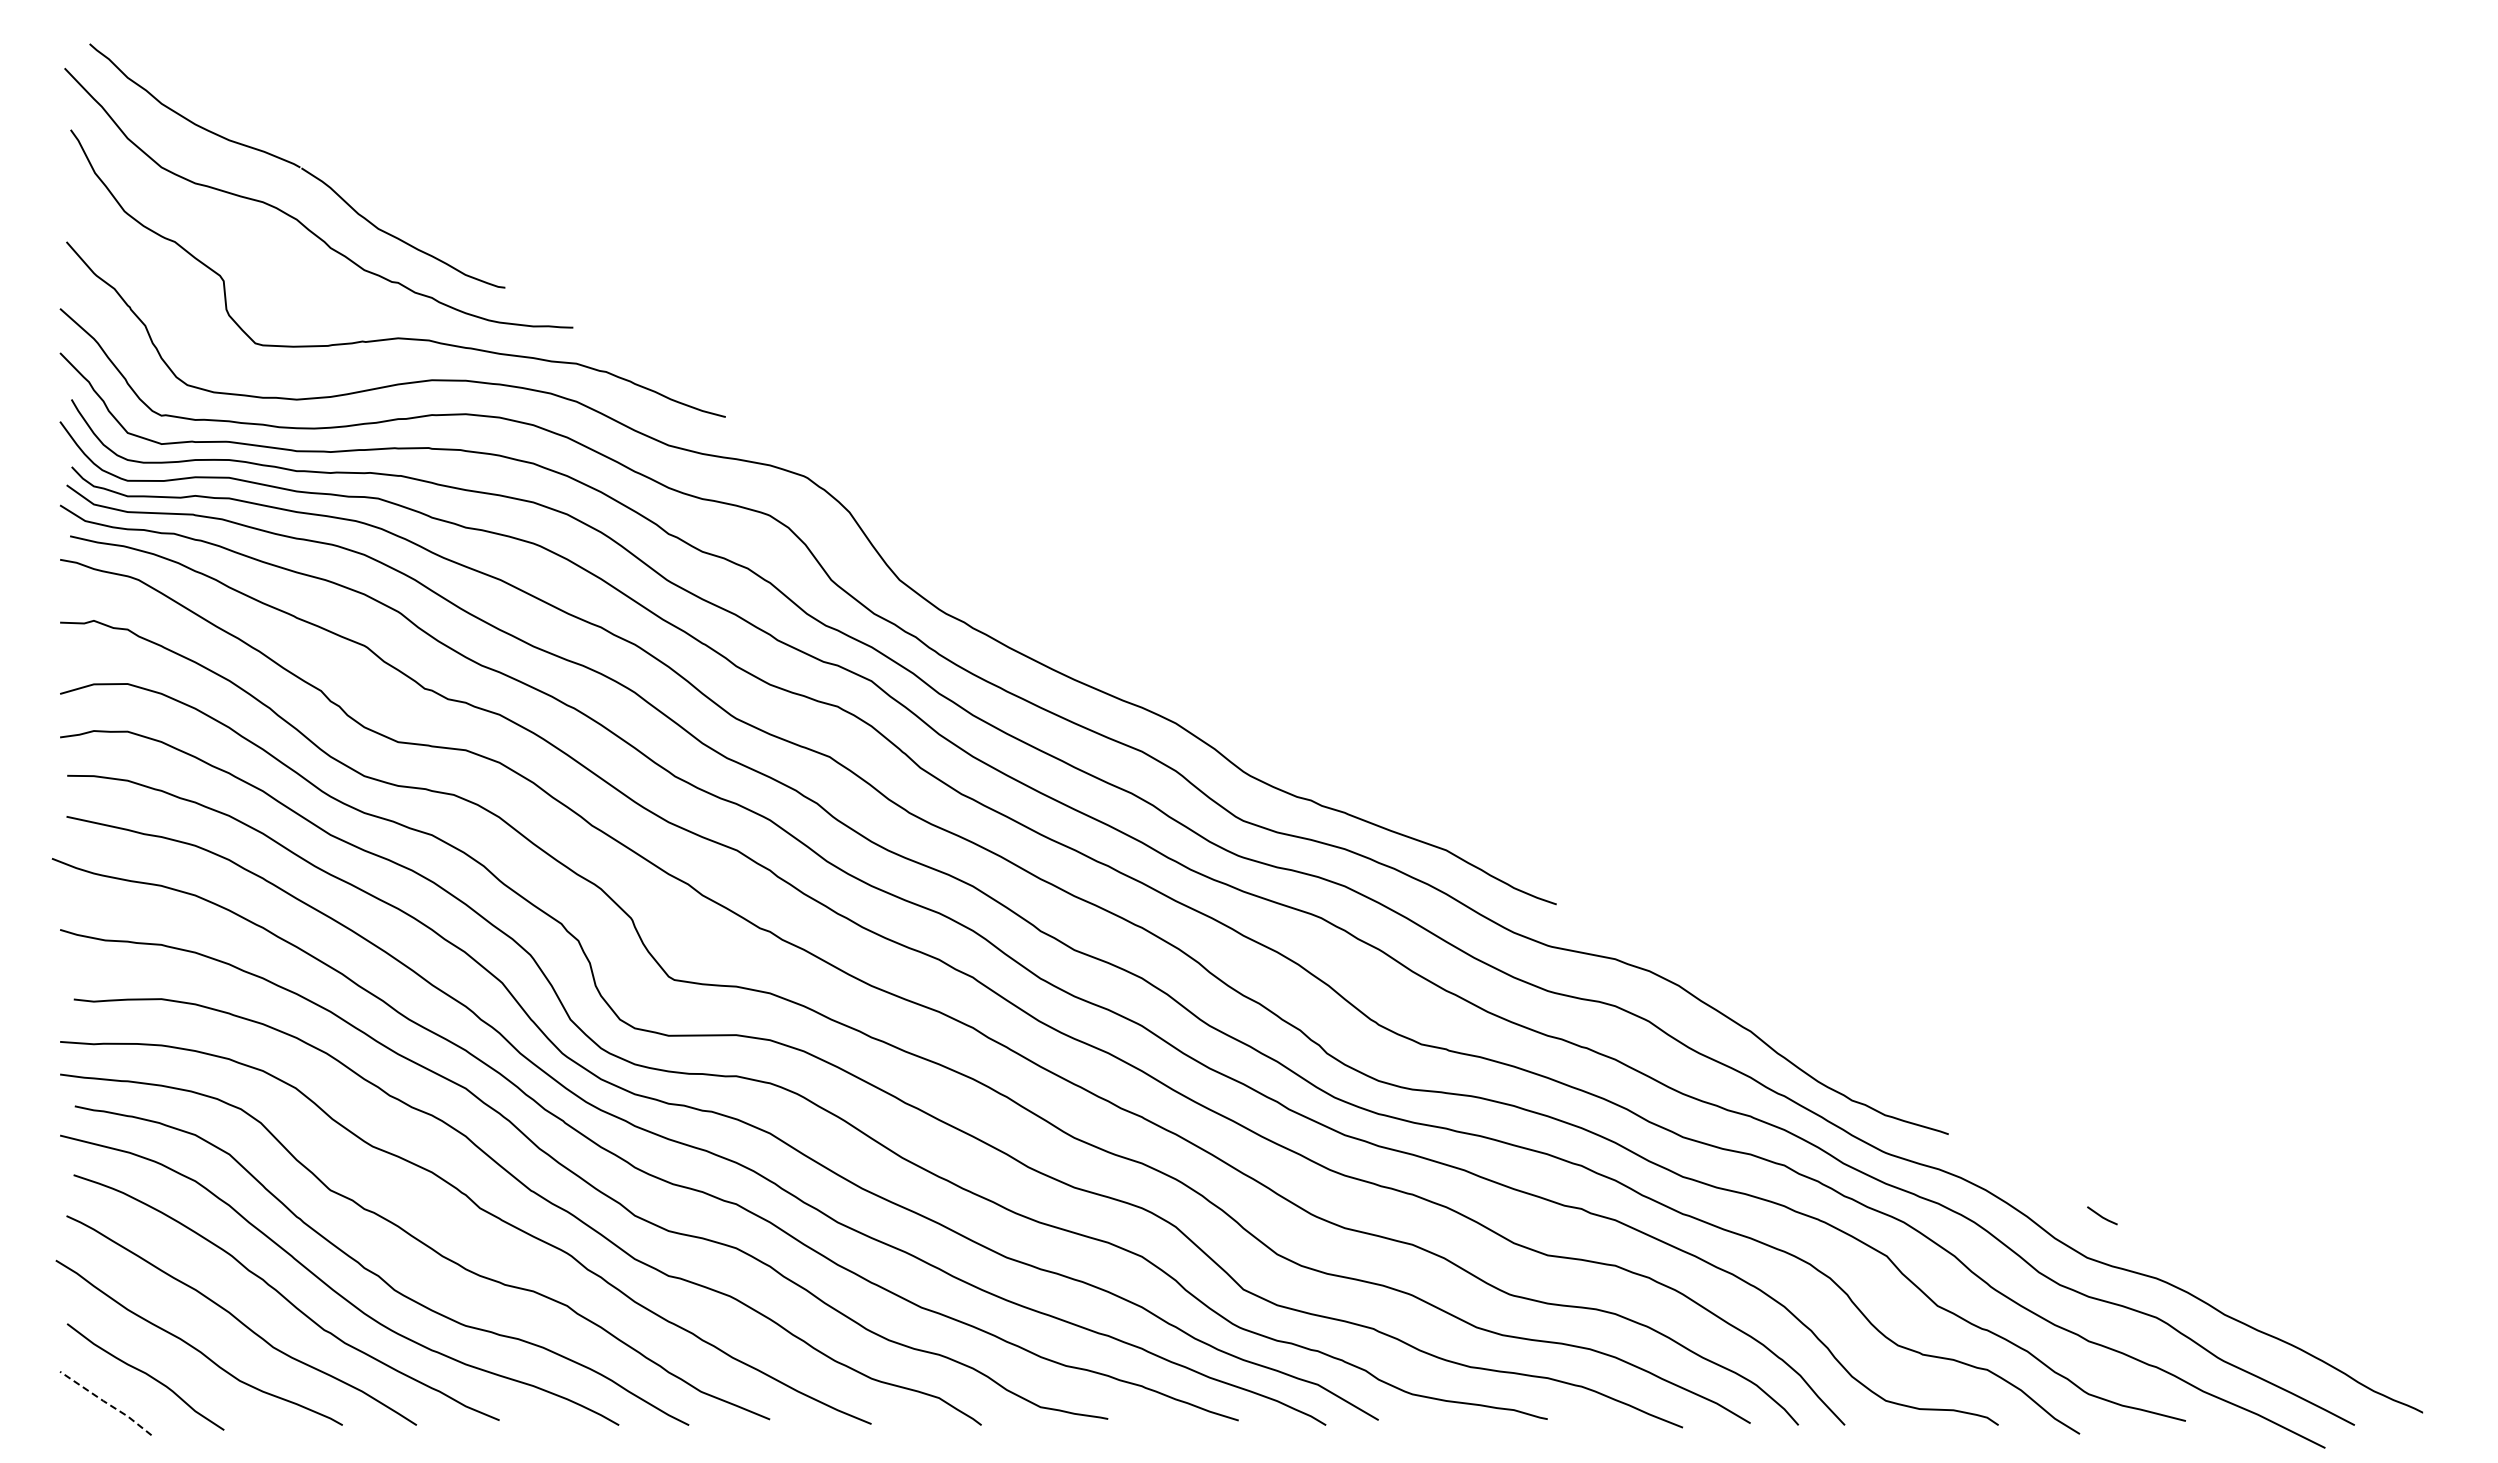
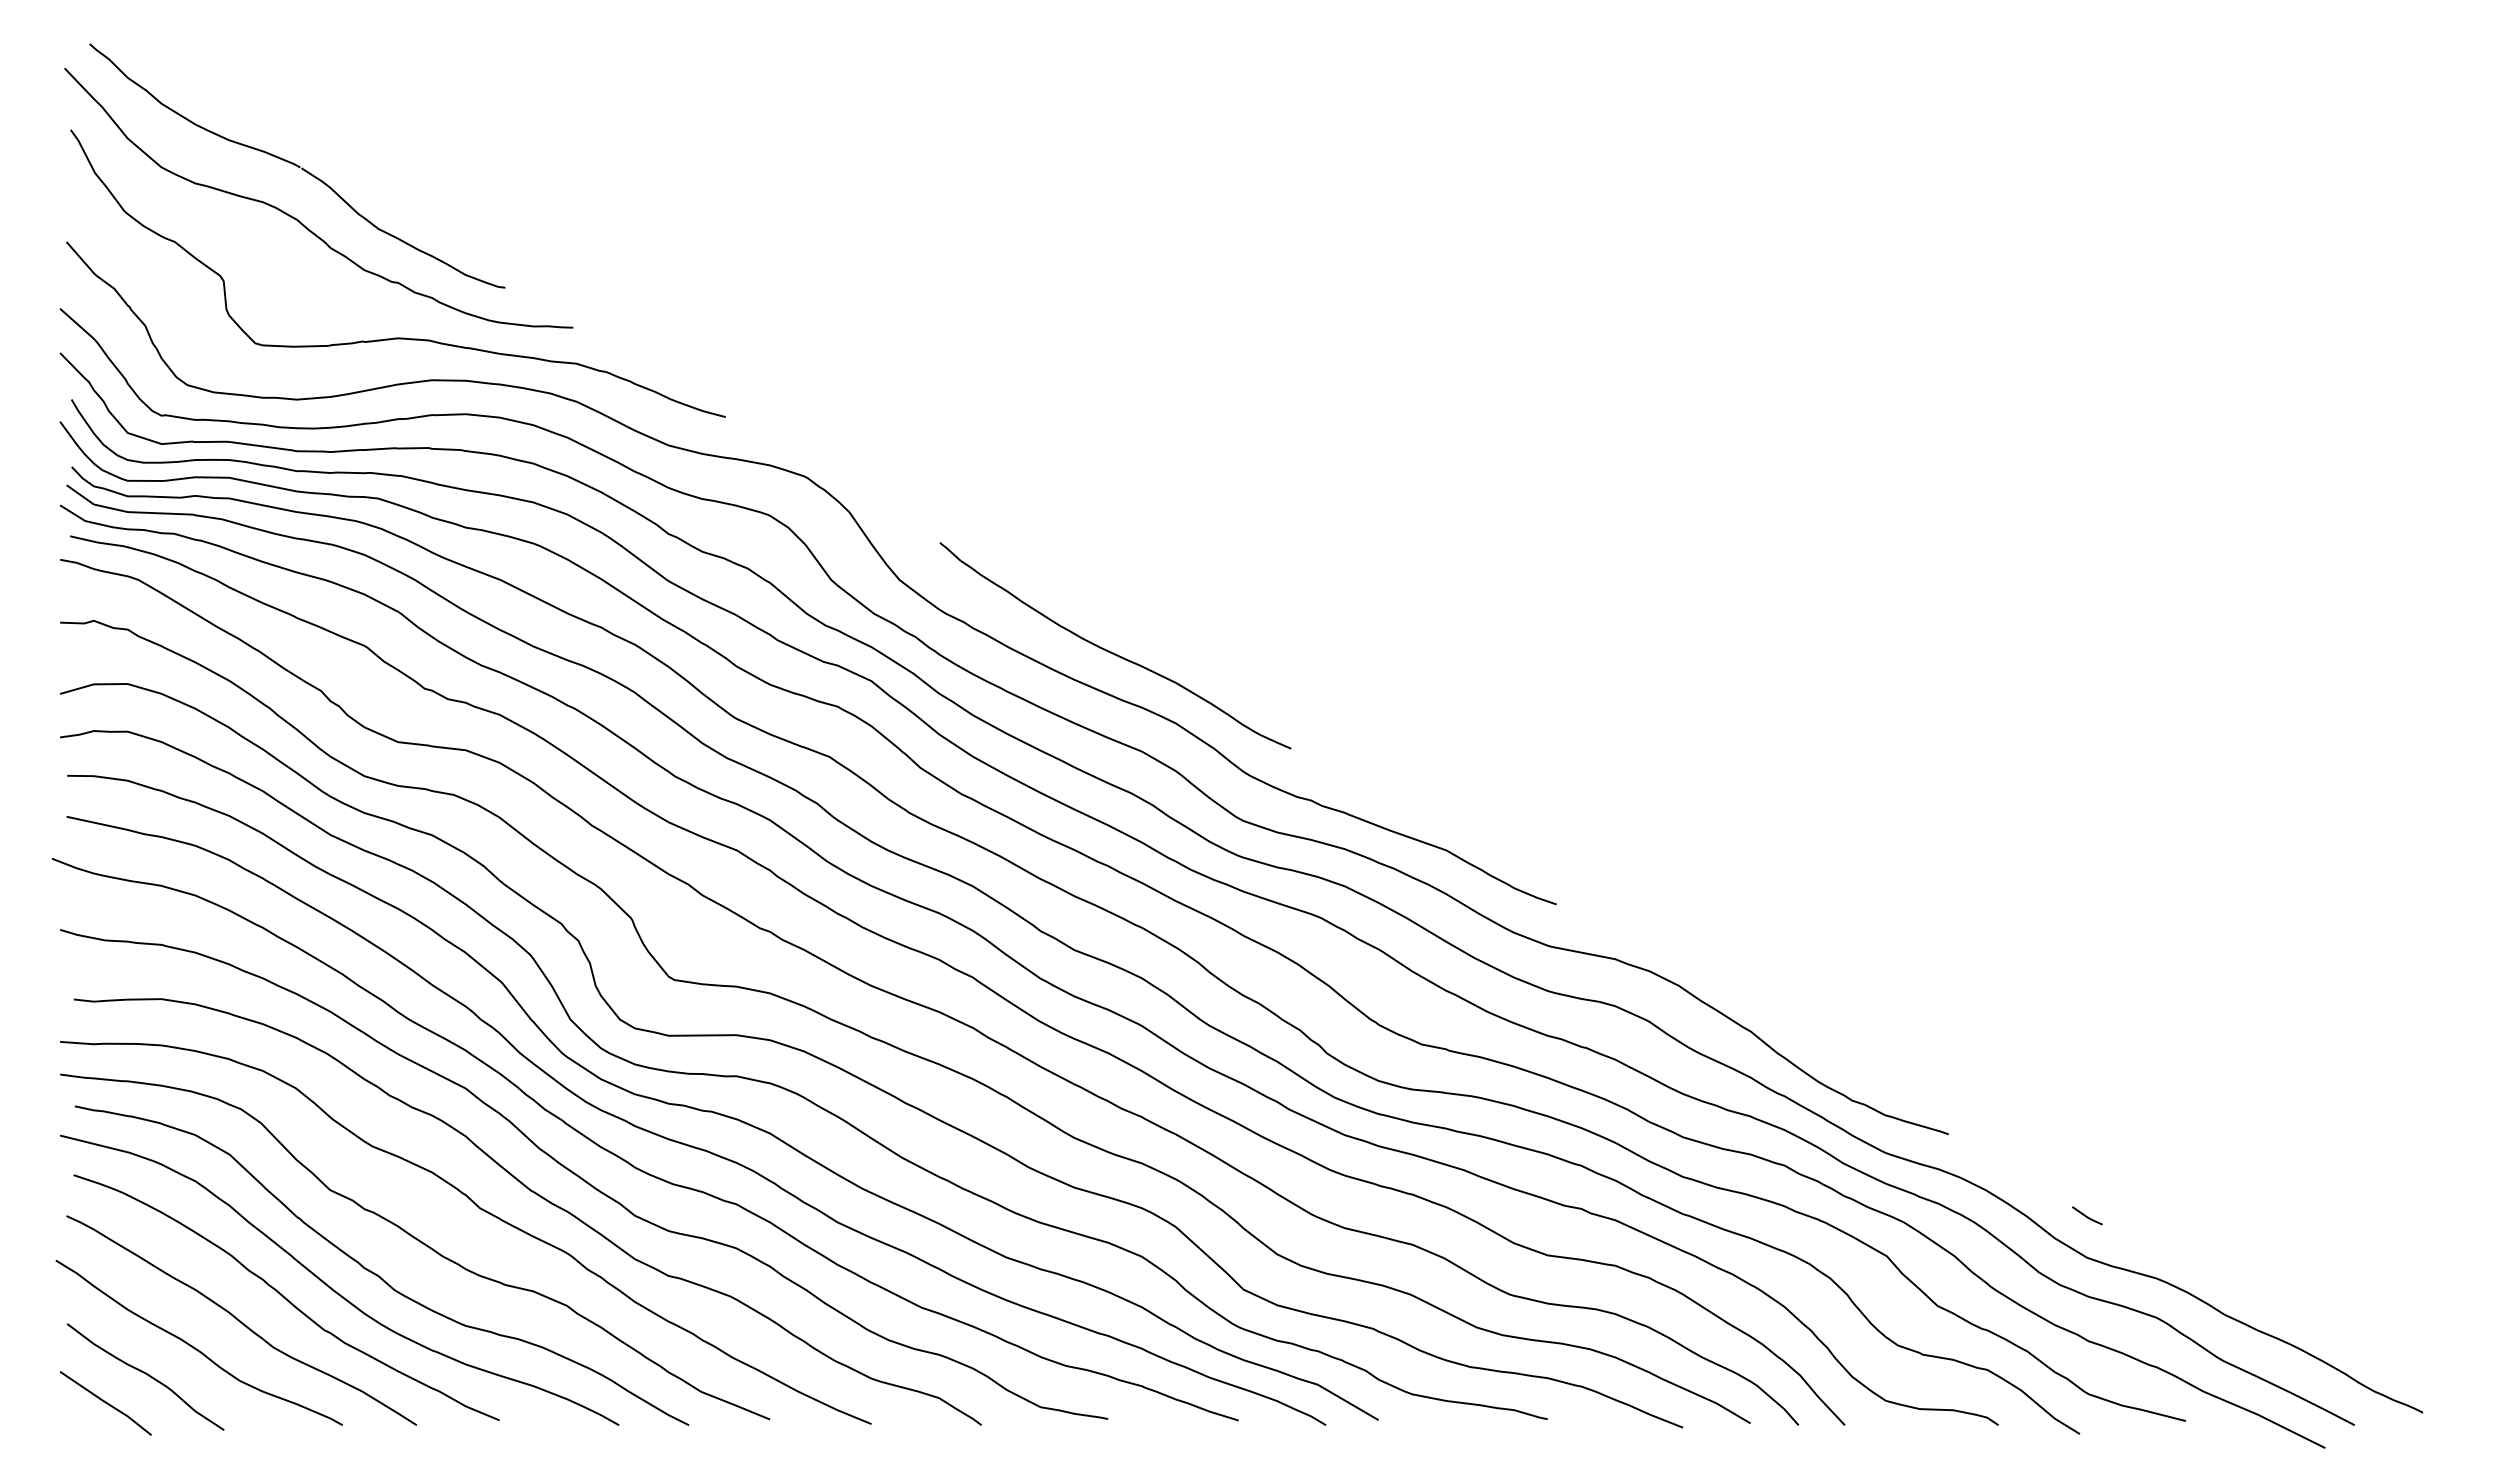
curve at (1111, 651): none -> present
line at (2101, 1215) position: (2101, 1215) -> (2086, 1215)
line at (105, 1402): dashed -> solid
